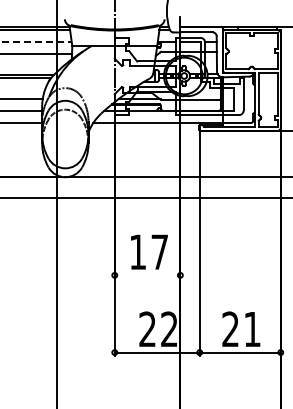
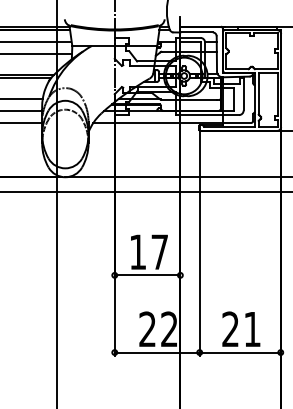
line at (36, 41): dashed -> solid
line at (145, 198) position: (145, 198) -> (145, 192)
line at (147, 275): none -> present
